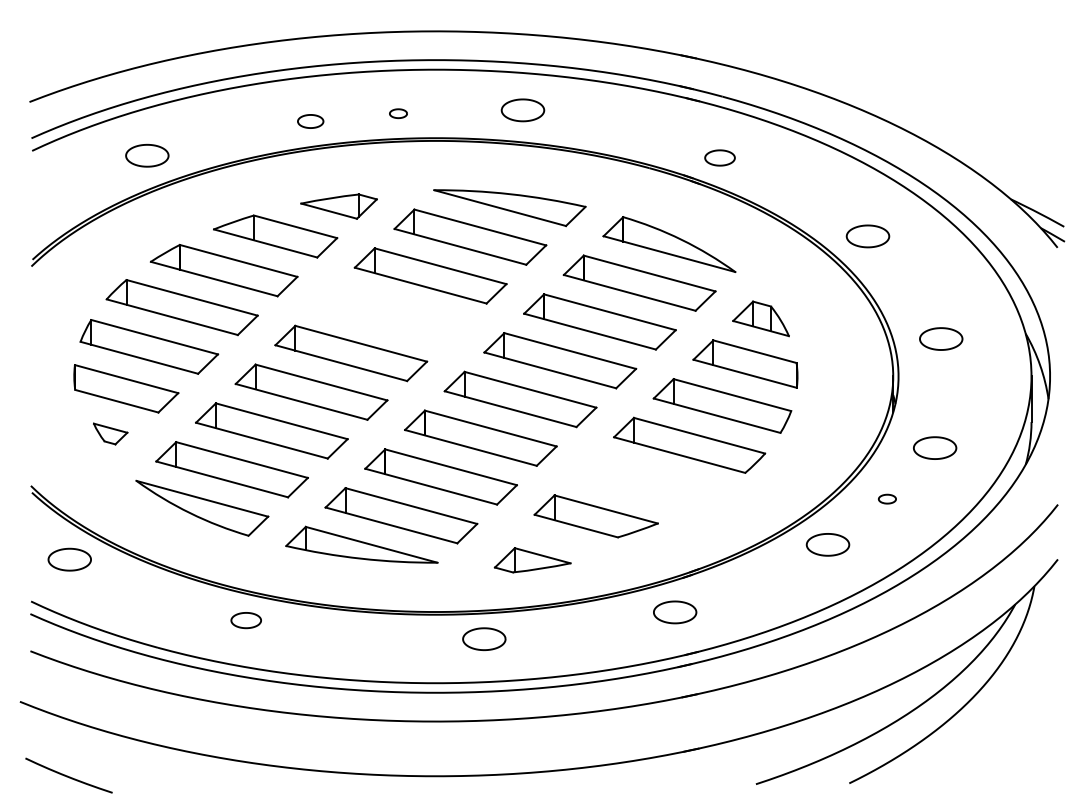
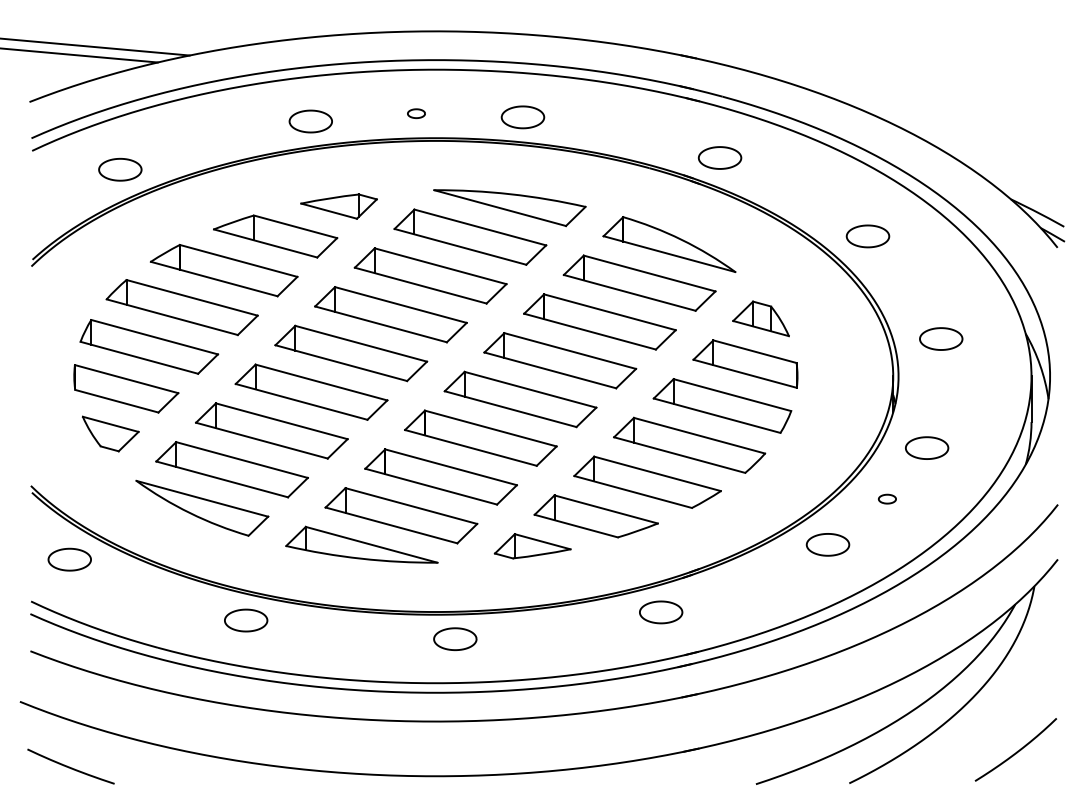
line at (95, 46): none -> present
line at (79, 55): none -> present
part at (522, 110) position: (522, 110) -> (522, 117)
part at (398, 113) position: (398, 113) -> (416, 113)
part at (310, 121) size: 28x15 px -> 45x25 px
part at (147, 155) position: (147, 155) -> (120, 169)
part at (719, 157) size: 32x18 px -> 46x24 px
part at (390, 314): none -> present
part at (110, 433) size: 36x24 px -> 59x38 px
part at (935, 447) position: (935, 447) -> (927, 447)
part at (647, 481): none -> present
part at (532, 560) position: (532, 560) -> (532, 546)
part at (675, 612) position: (675, 612) -> (661, 612)
part at (245, 620) size: 32x18 px -> 45x25 px
part at (484, 638) position: (484, 638) -> (455, 638)
curve at (1017, 750): none -> present
curve at (67, 775) position: (67, 775) -> (69, 766)
